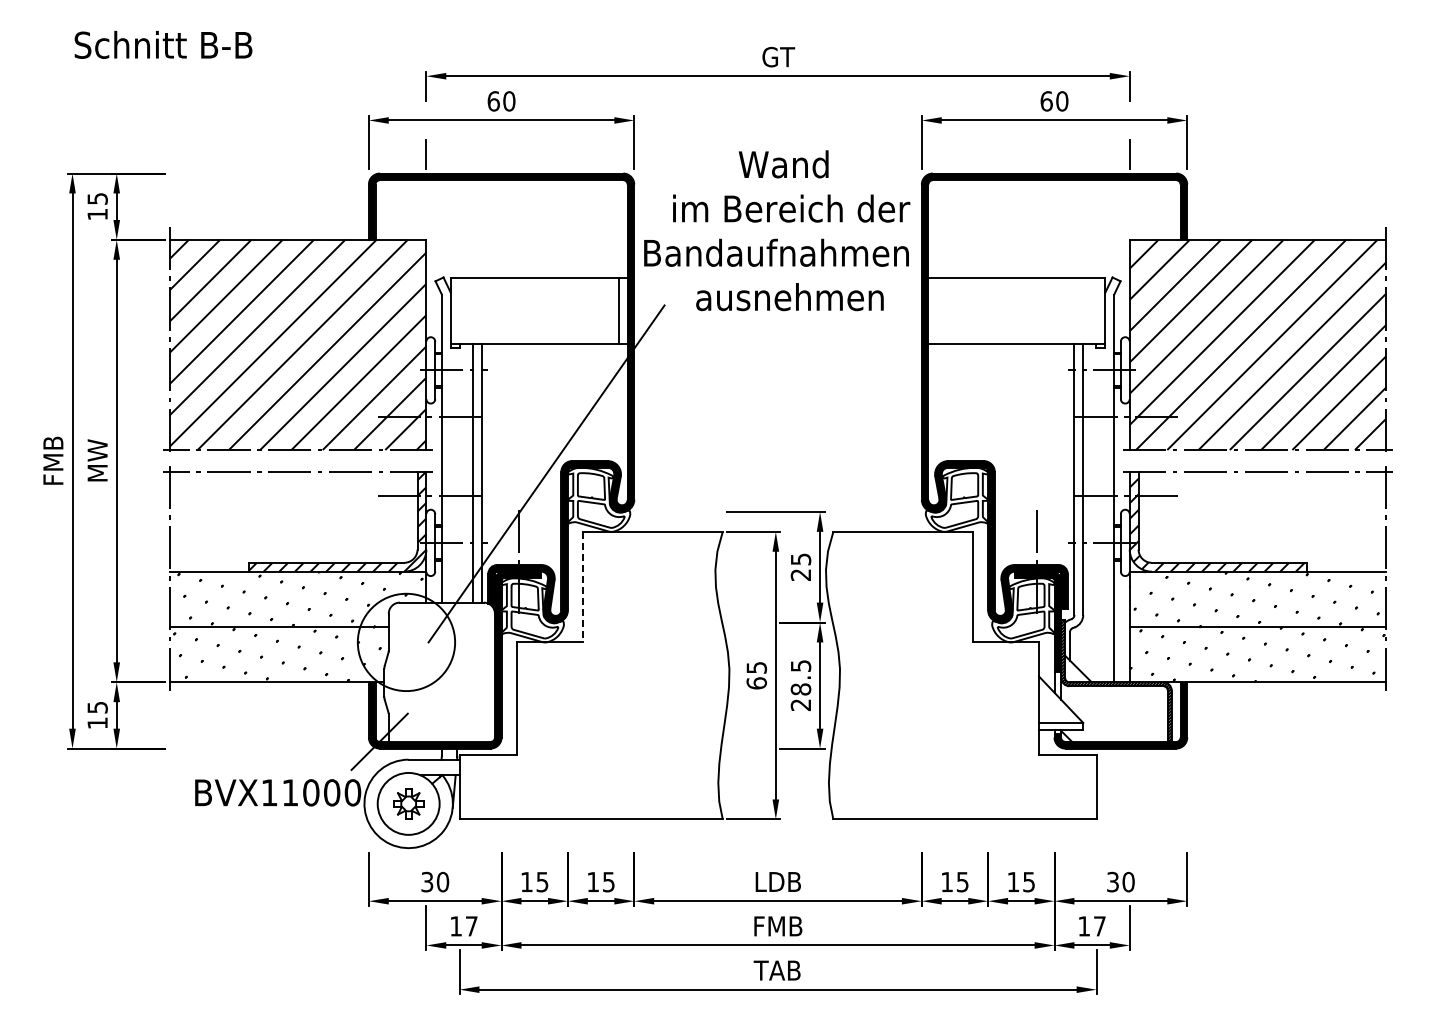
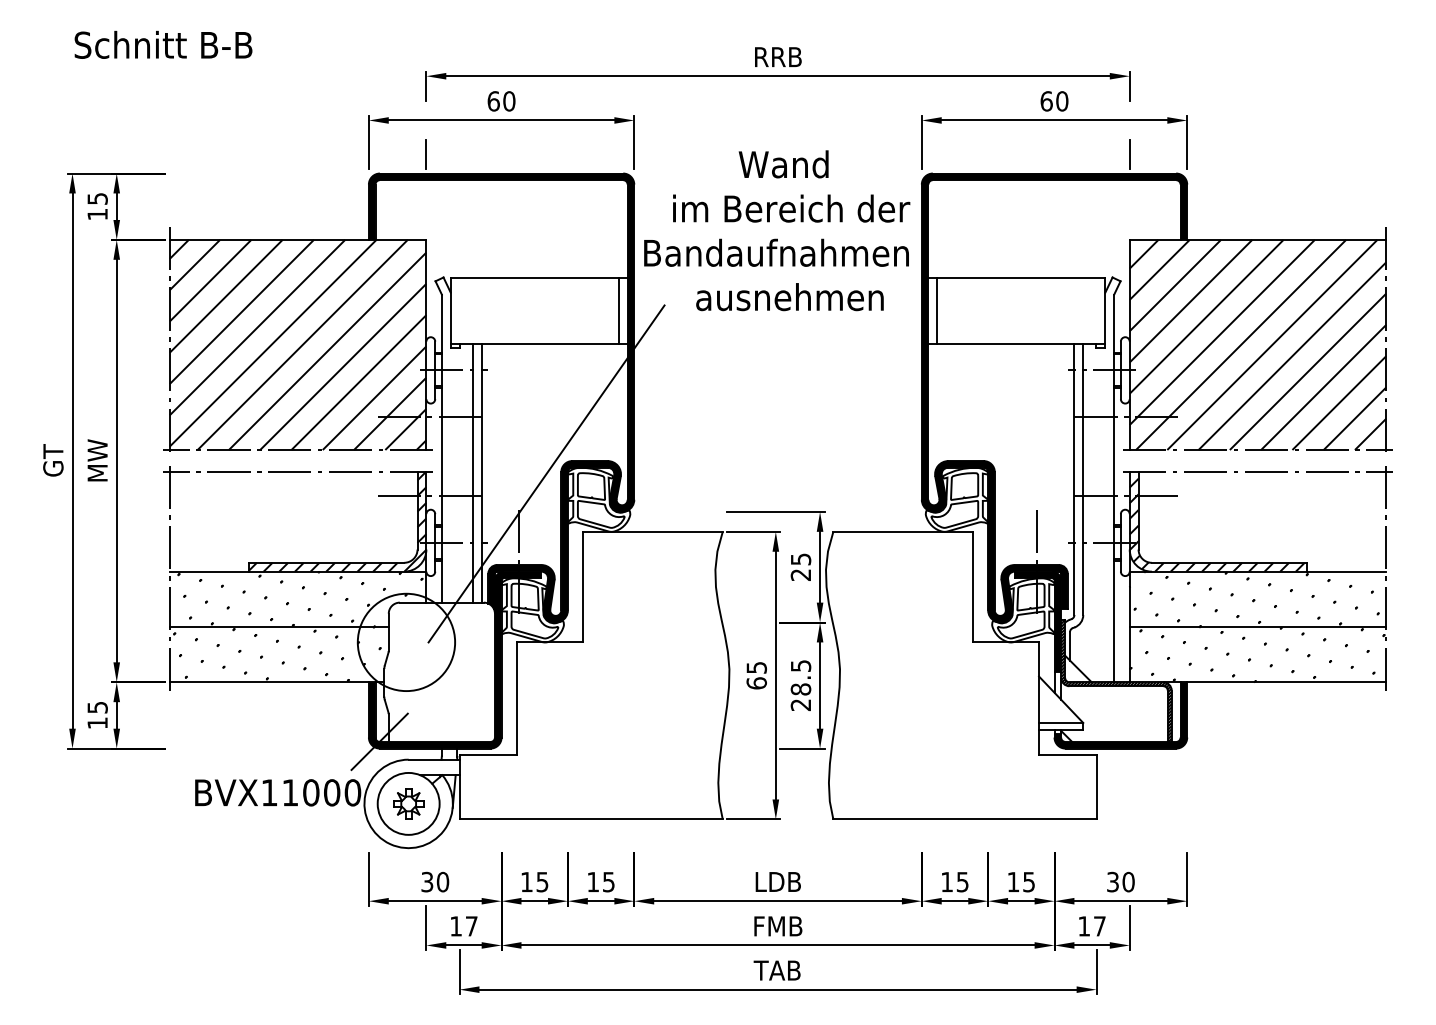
text at (778, 56): GT -> RRB
line at (937, 310): none -> present
text at (53, 460): FMB -> GT
line at (583, 587): dashed -> solid
